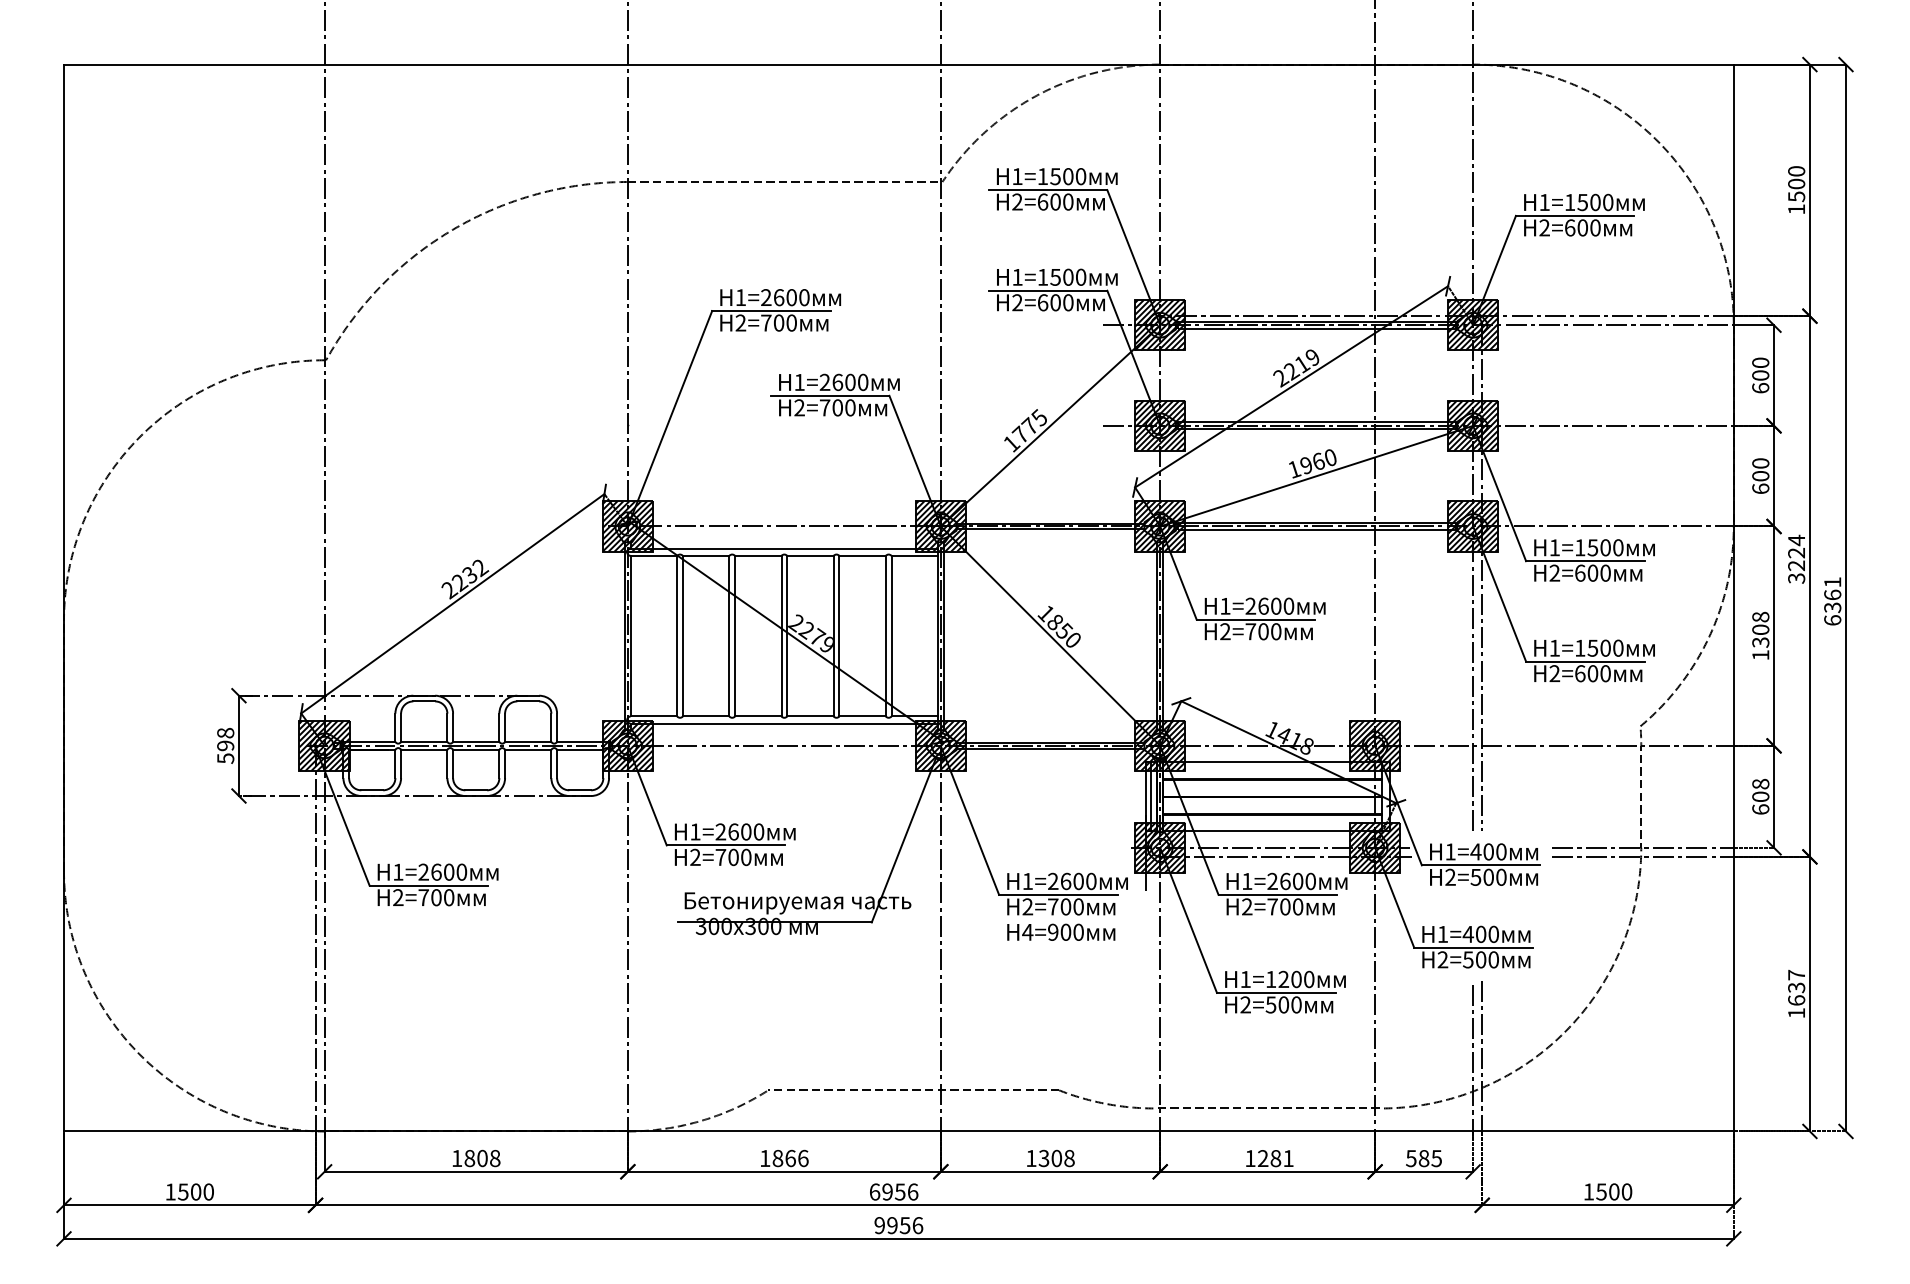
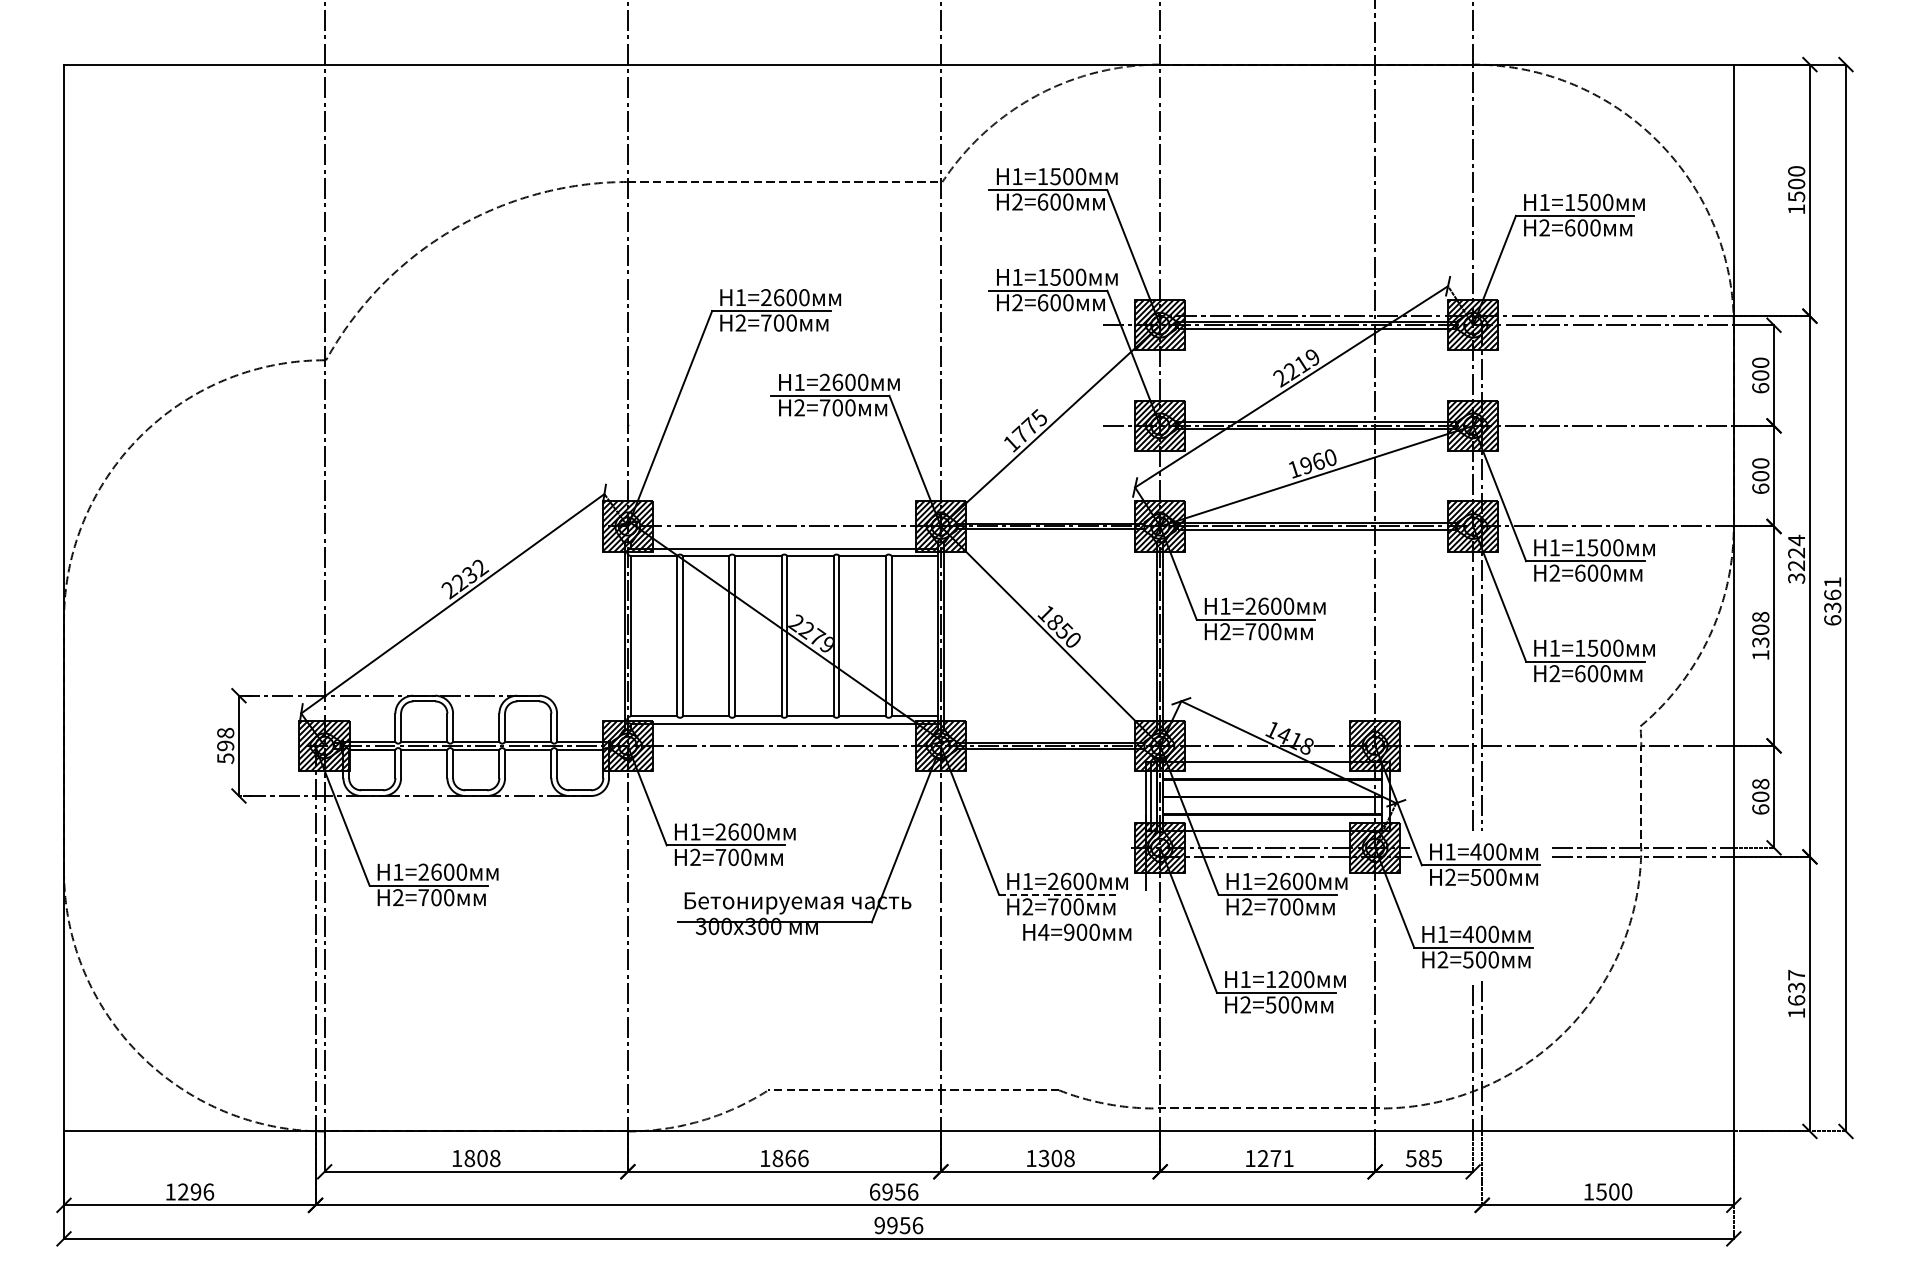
line at (1058, 894): solid -> dashed
text at (1061, 931) position: (1061, 931) -> (1077, 931)
text at (1275, 1158): 1281 -> 1271
text at (196, 1191): 1500 -> 1296
